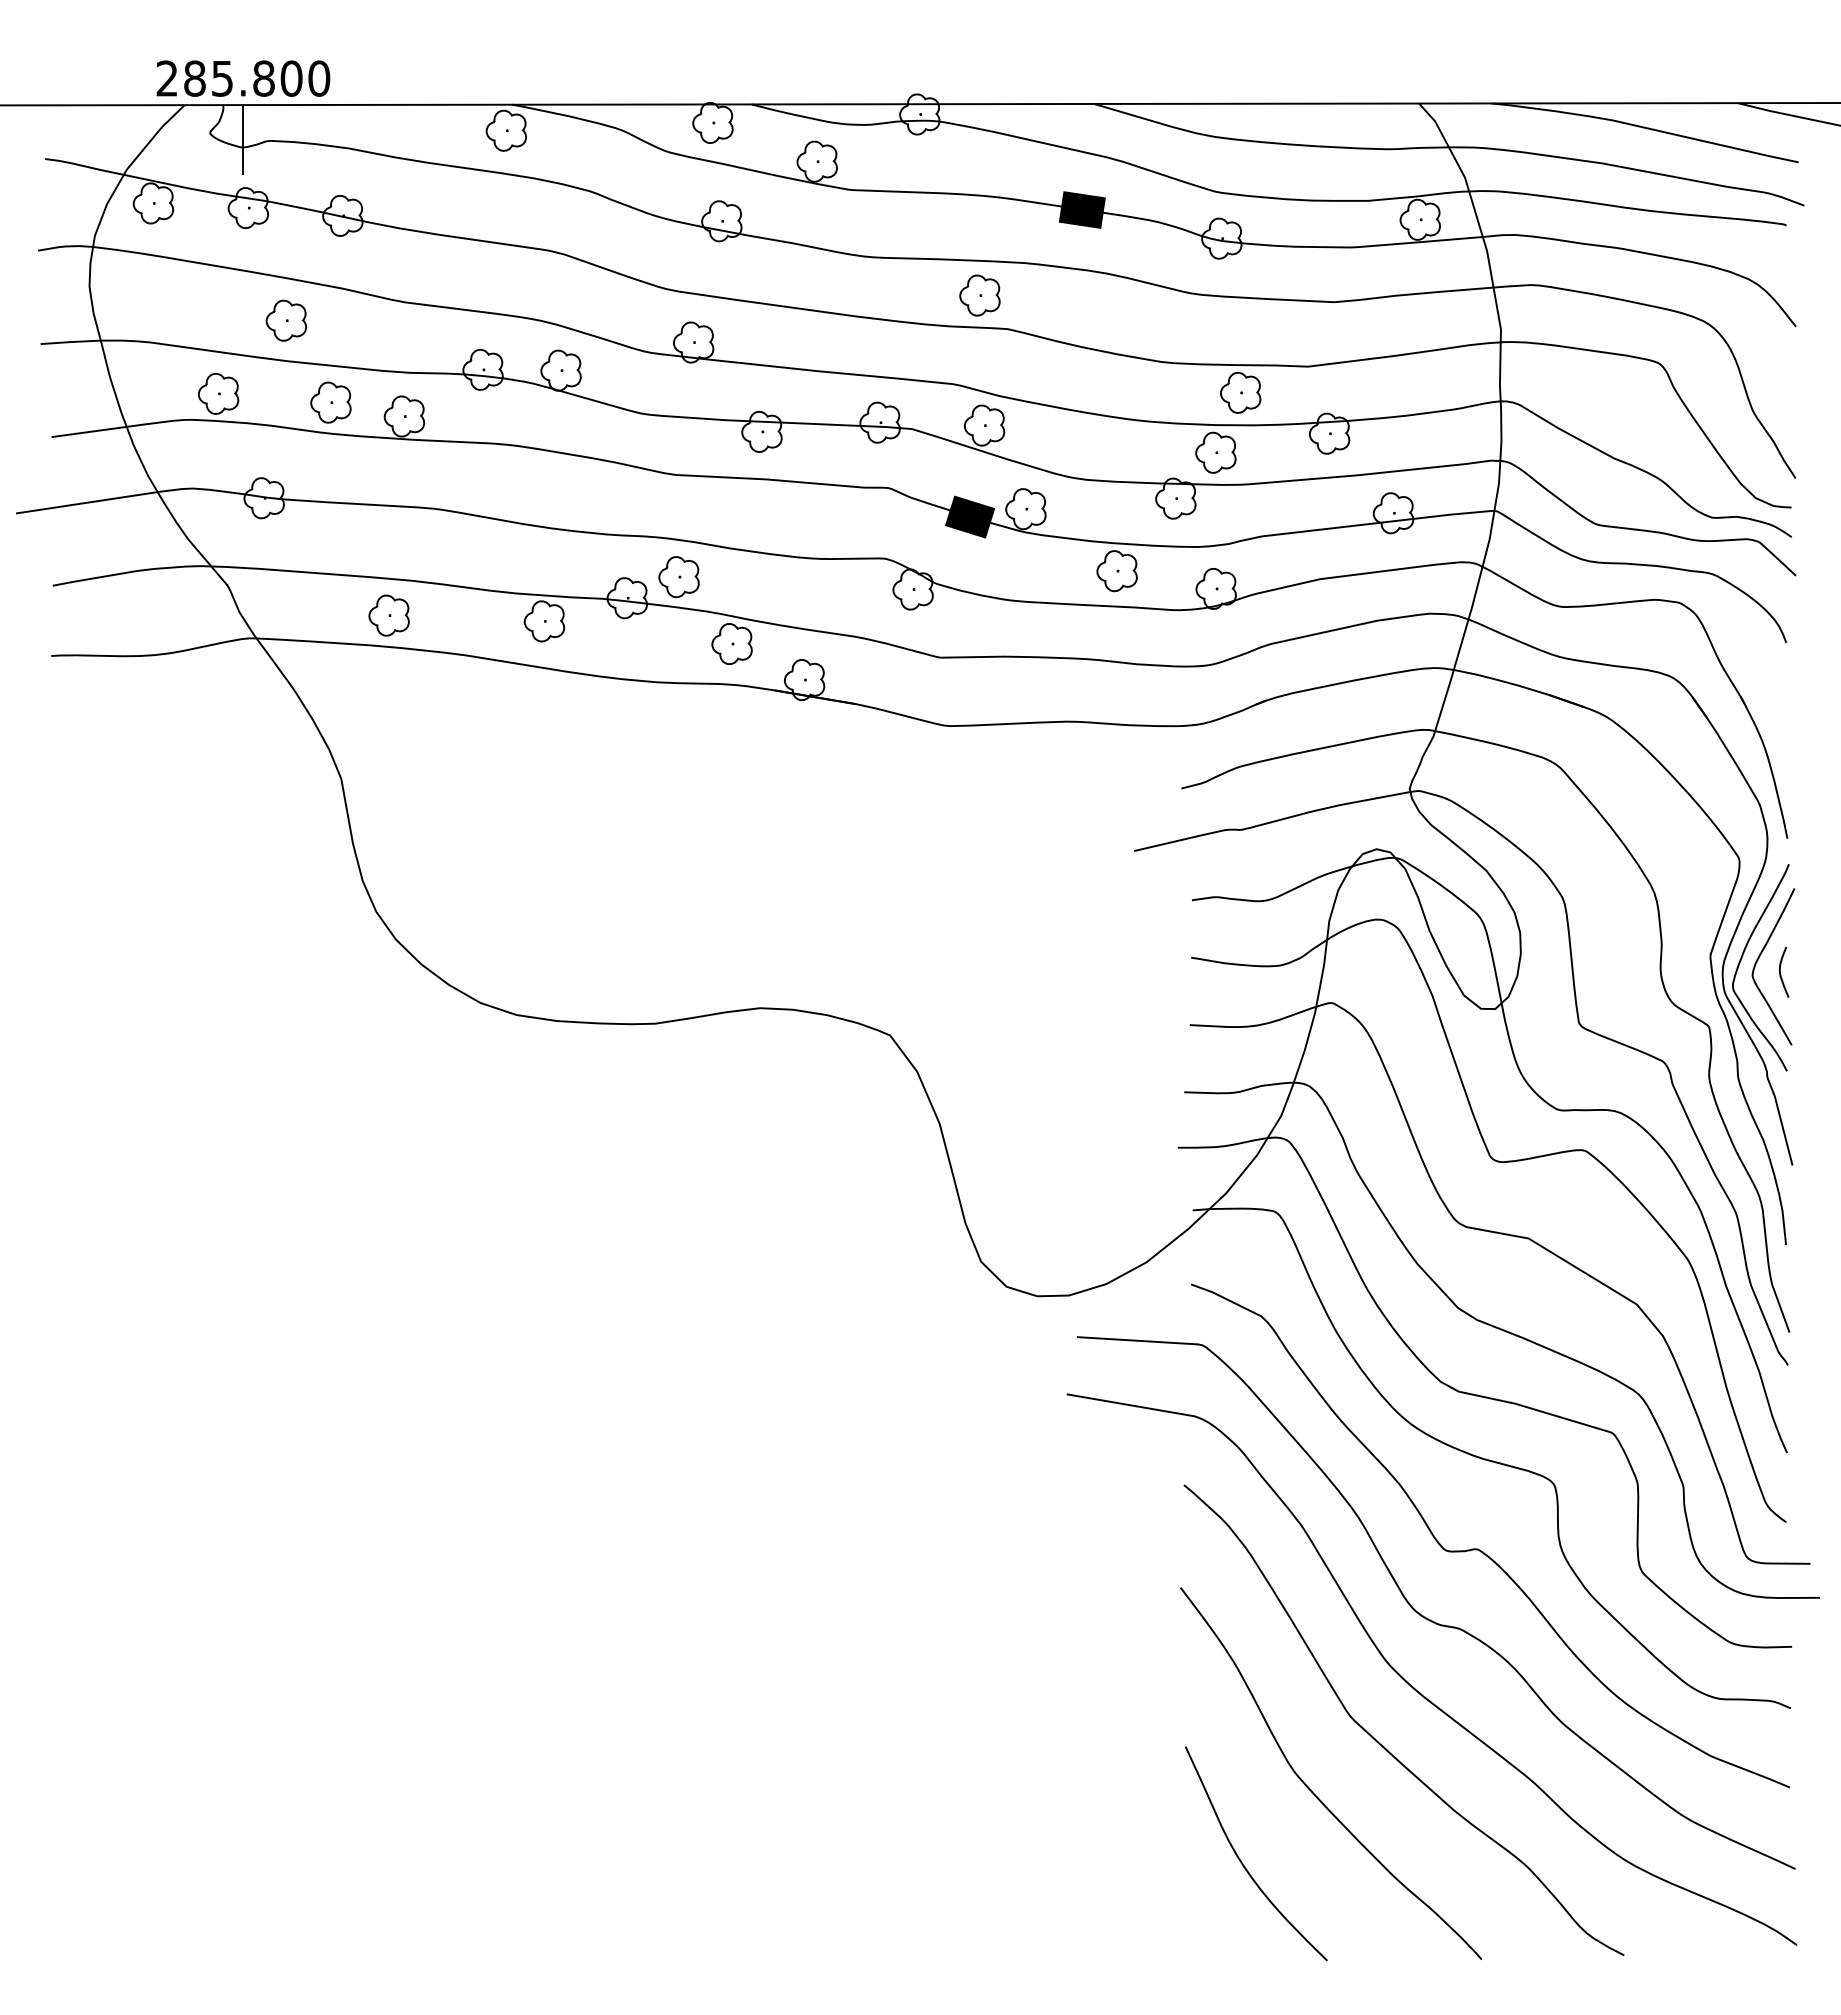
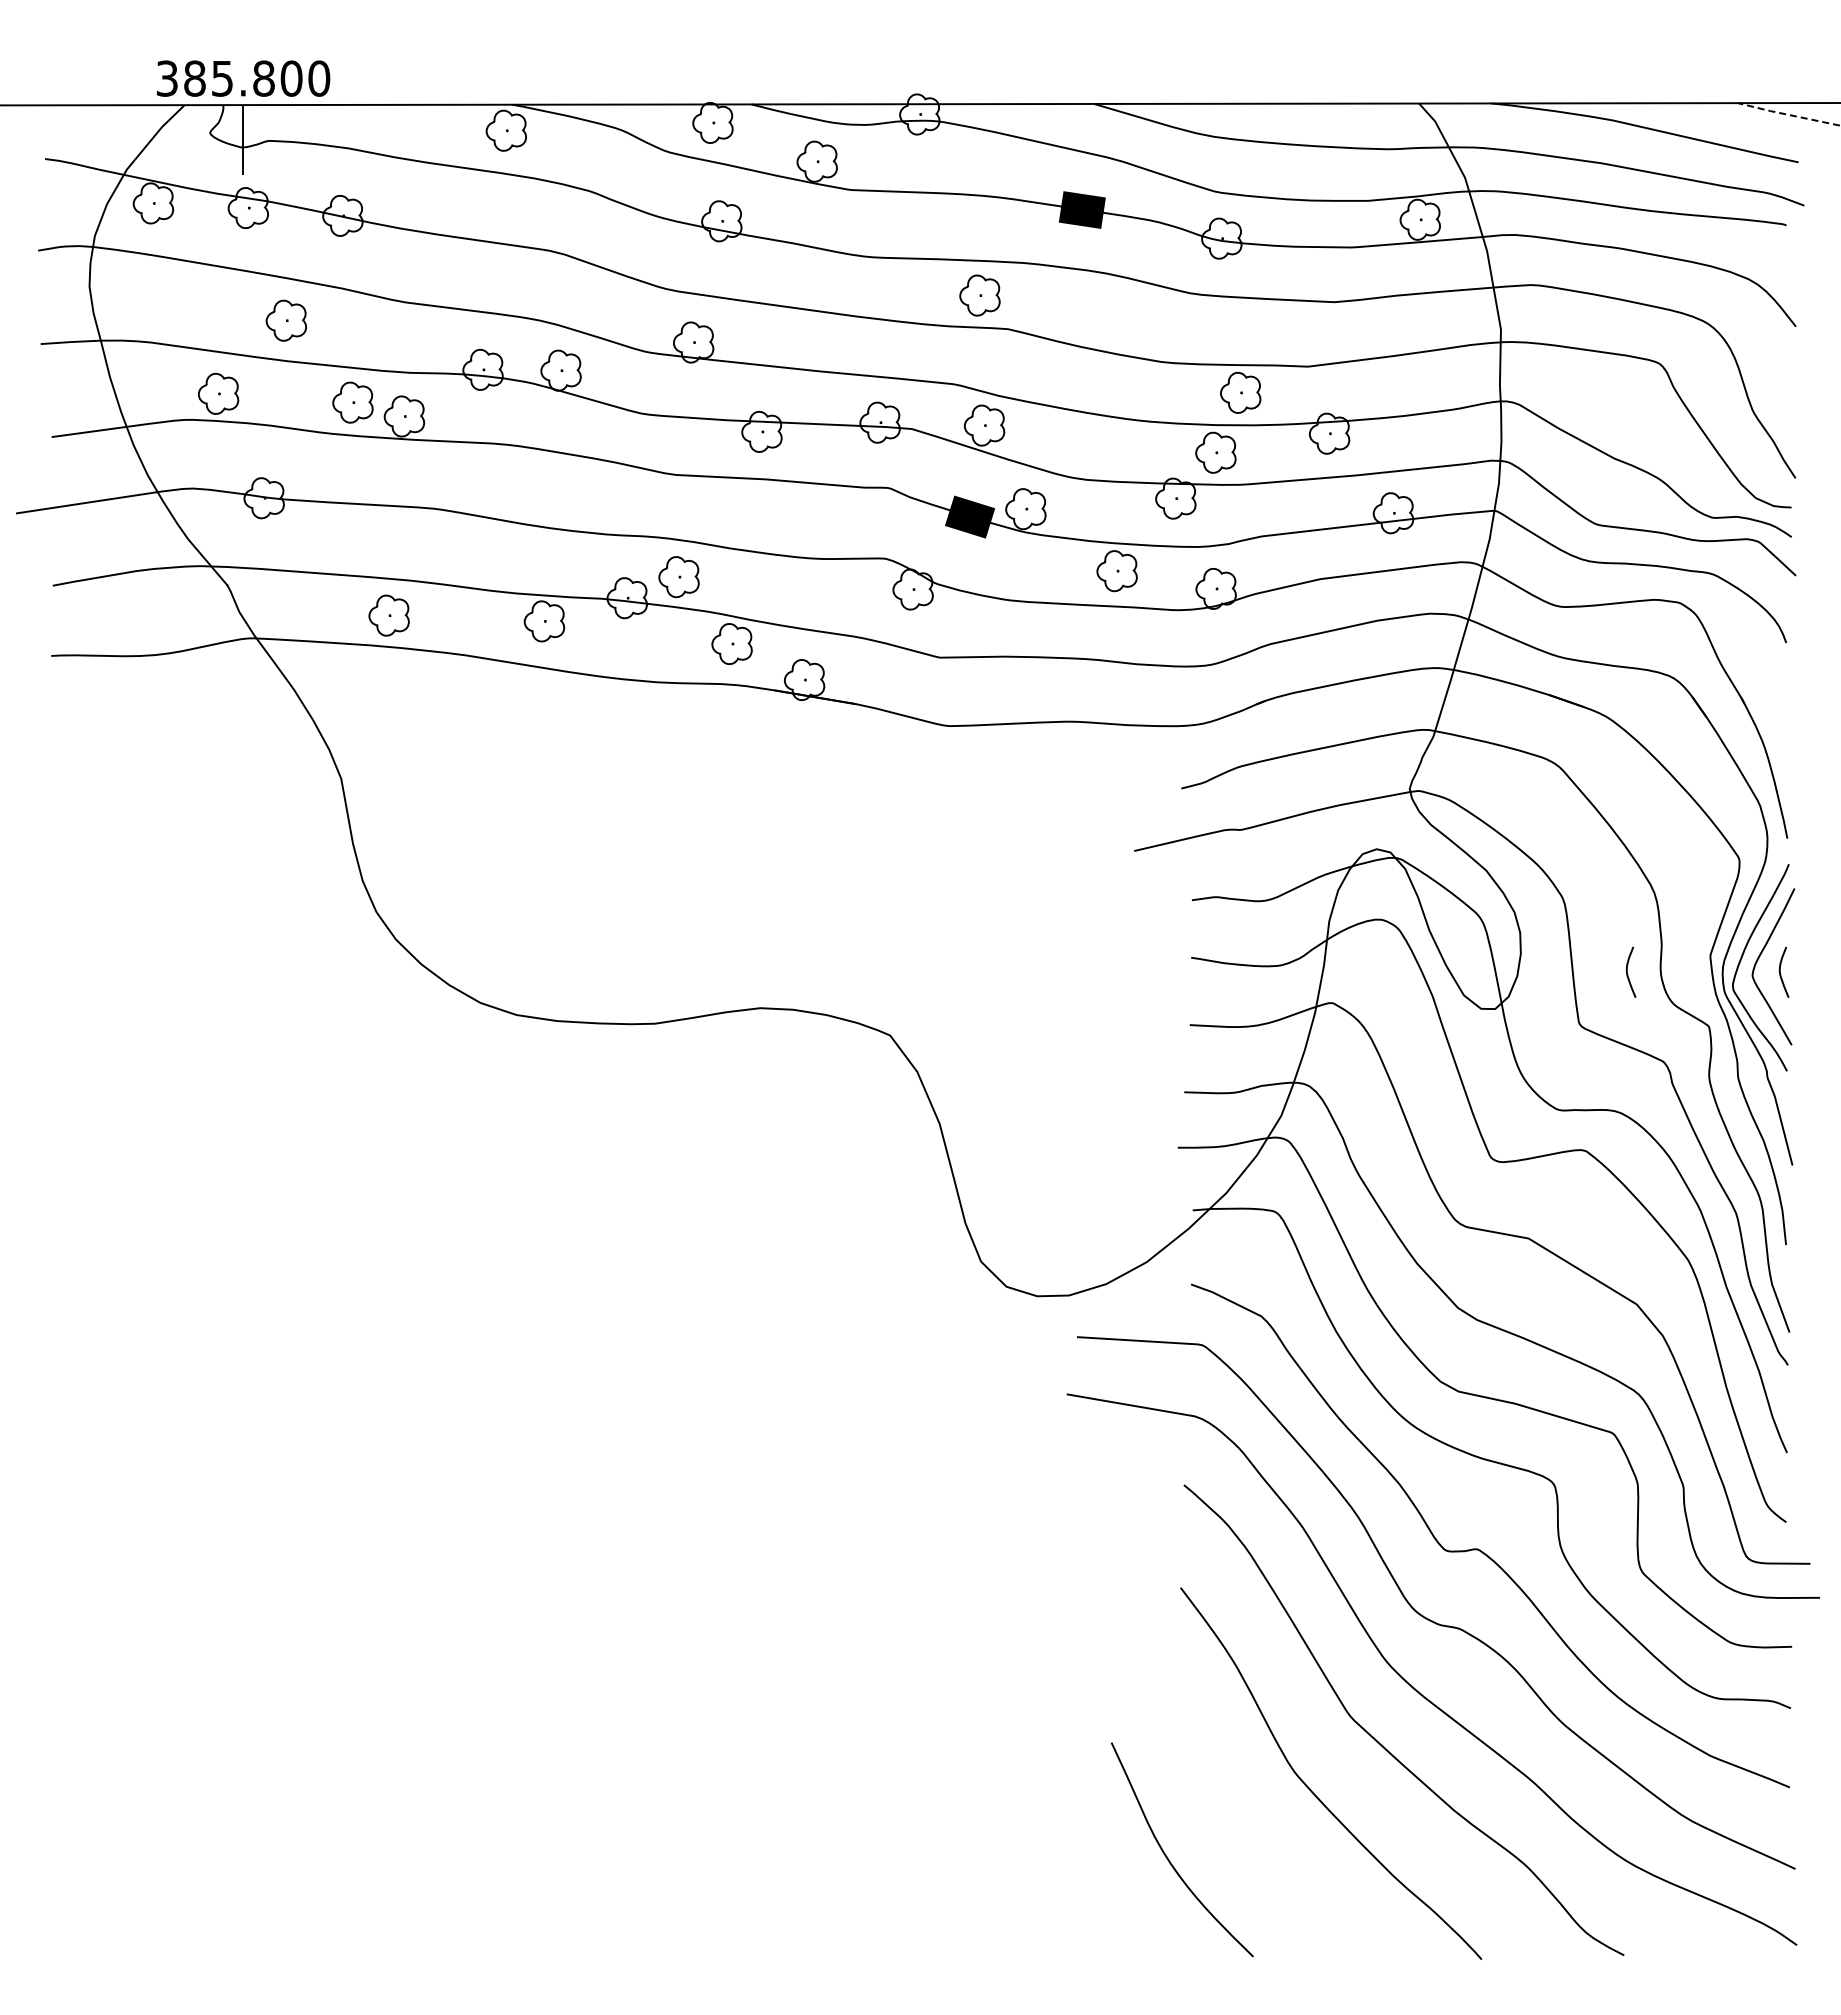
text at (166, 78): 285.800 -> 385.800
line at (1787, 114): solid -> dashed
part at (330, 402) position: (330, 402) -> (352, 402)
curve at (1627, 971): none -> present
curve at (1243, 1863) position: (1243, 1863) -> (1169, 1859)
